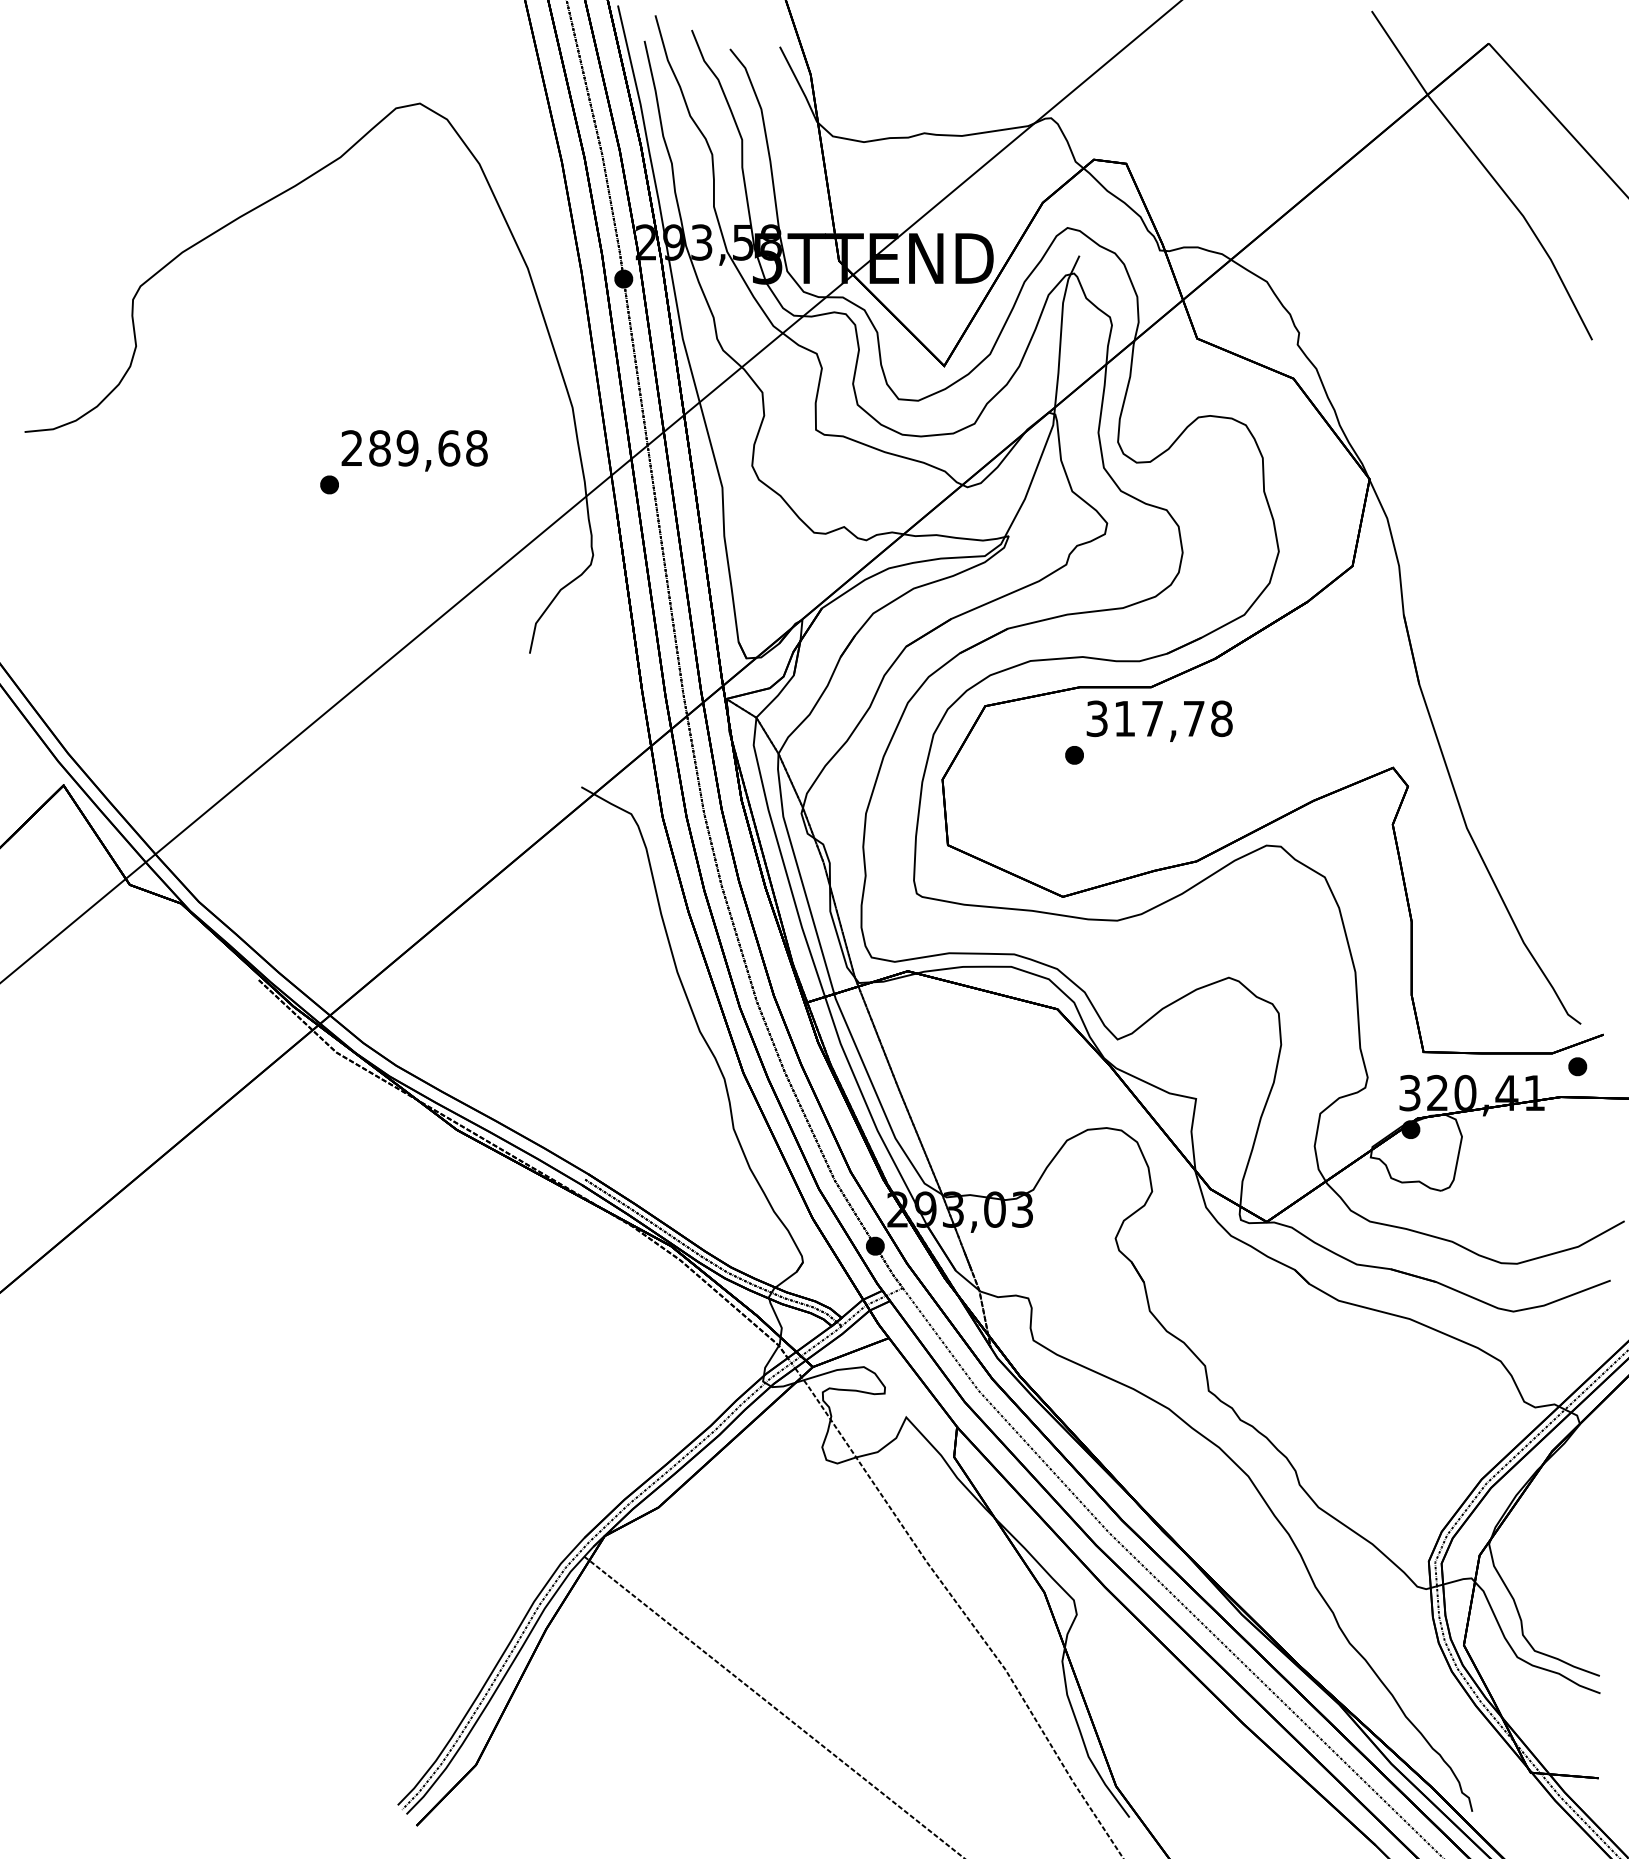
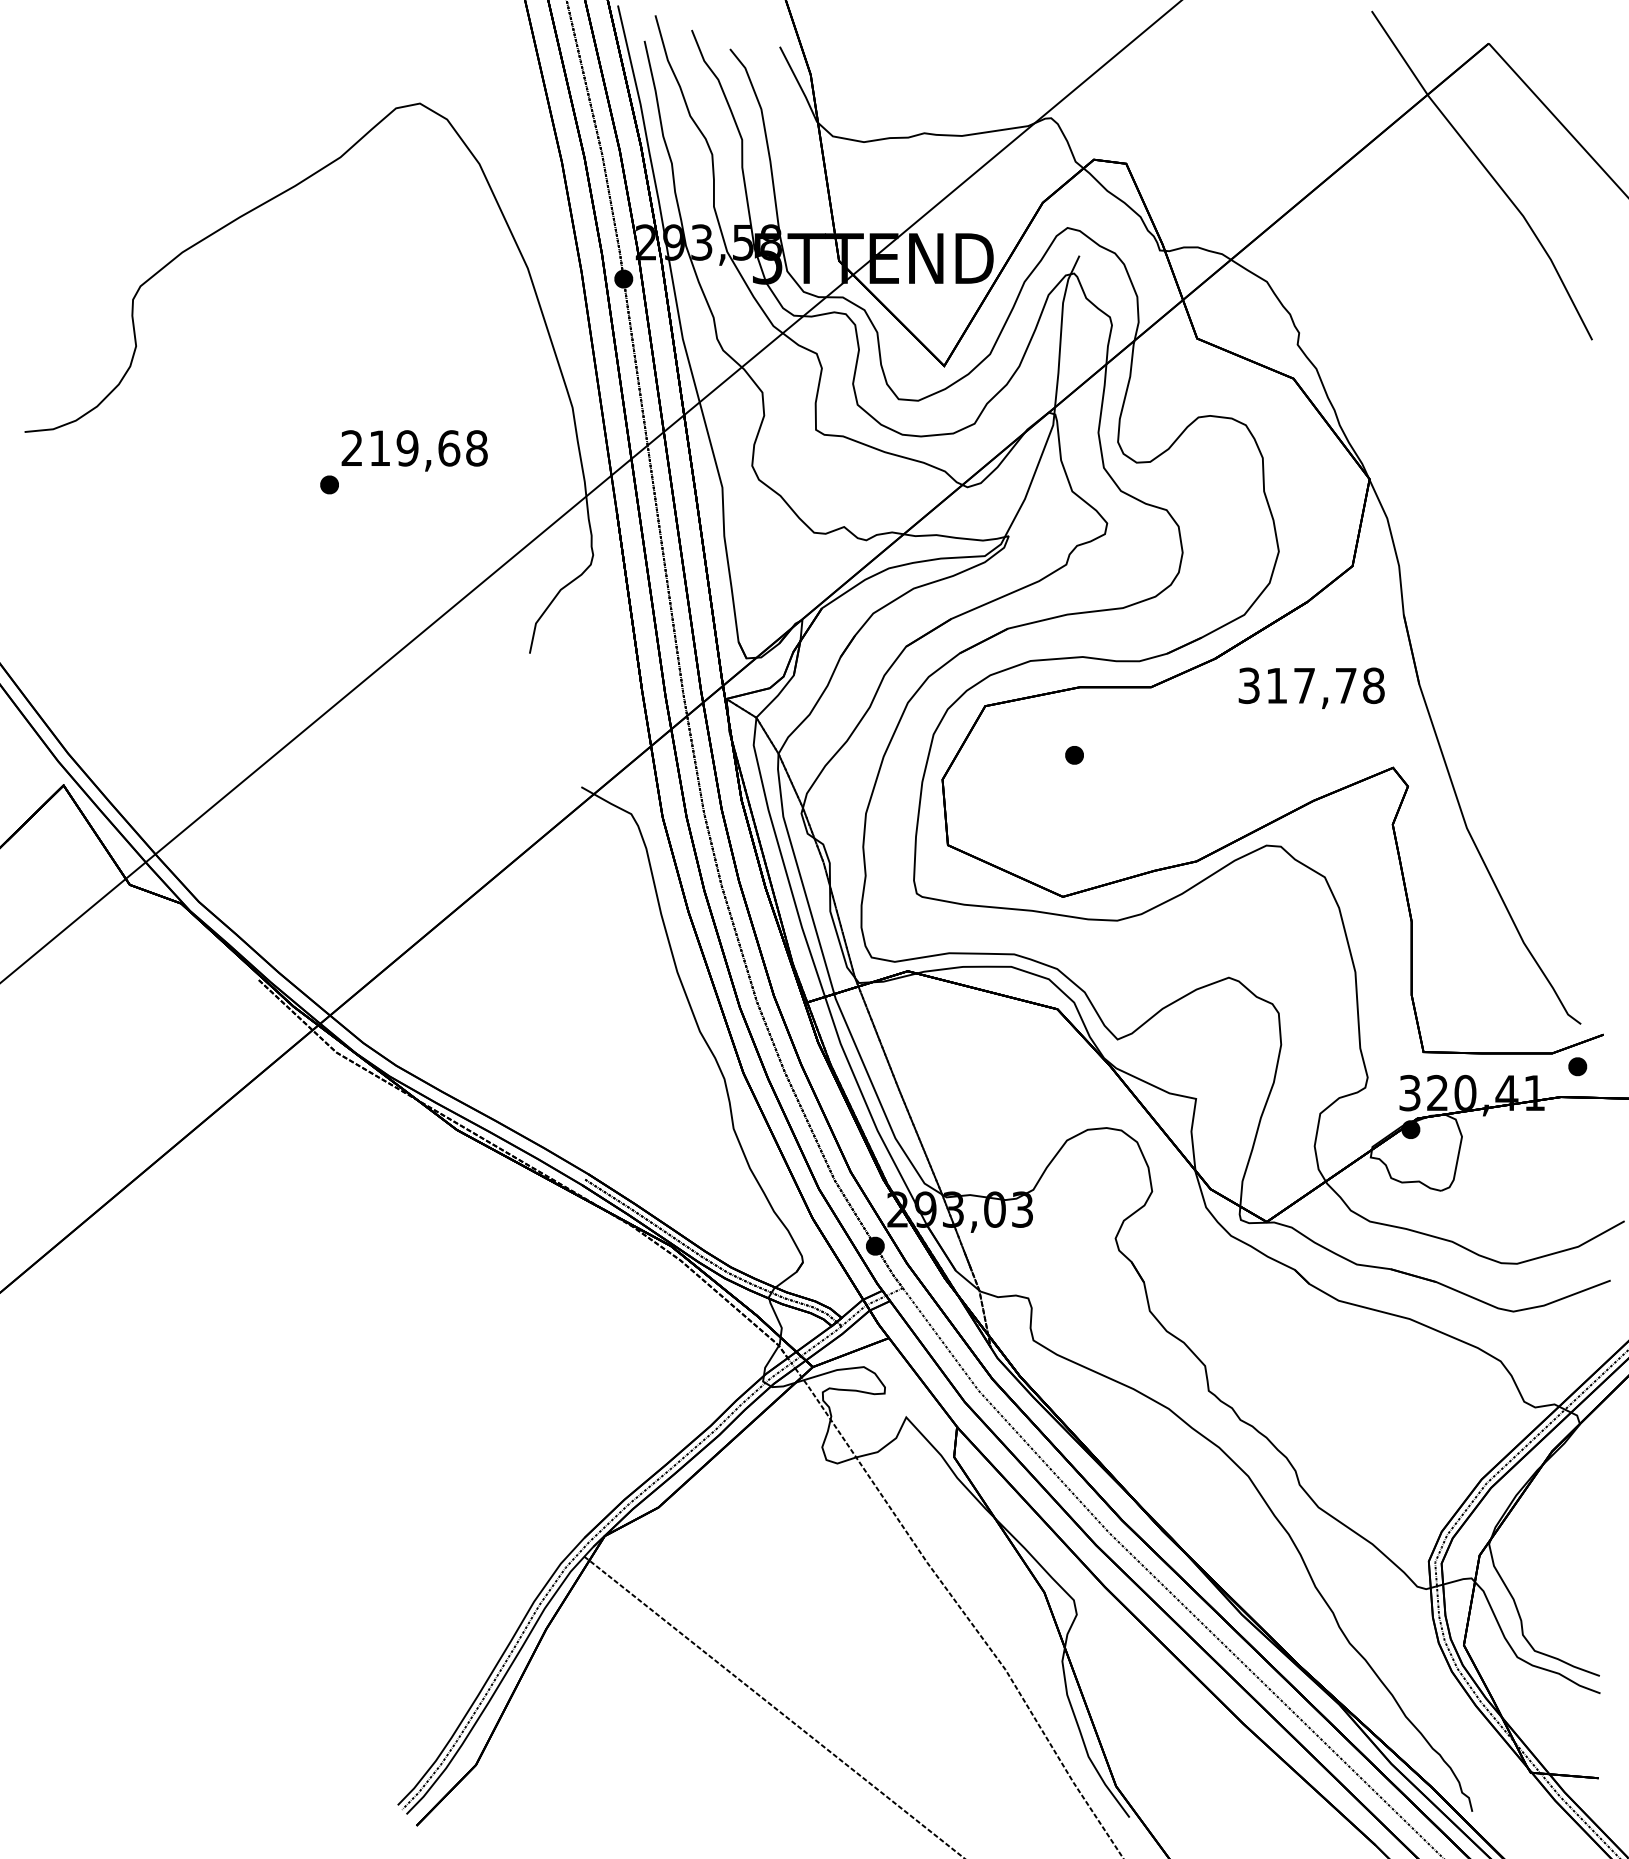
text at (379, 448): 289,68 -> 219,68
text at (1159, 720) position: (1159, 720) -> (1311, 687)
